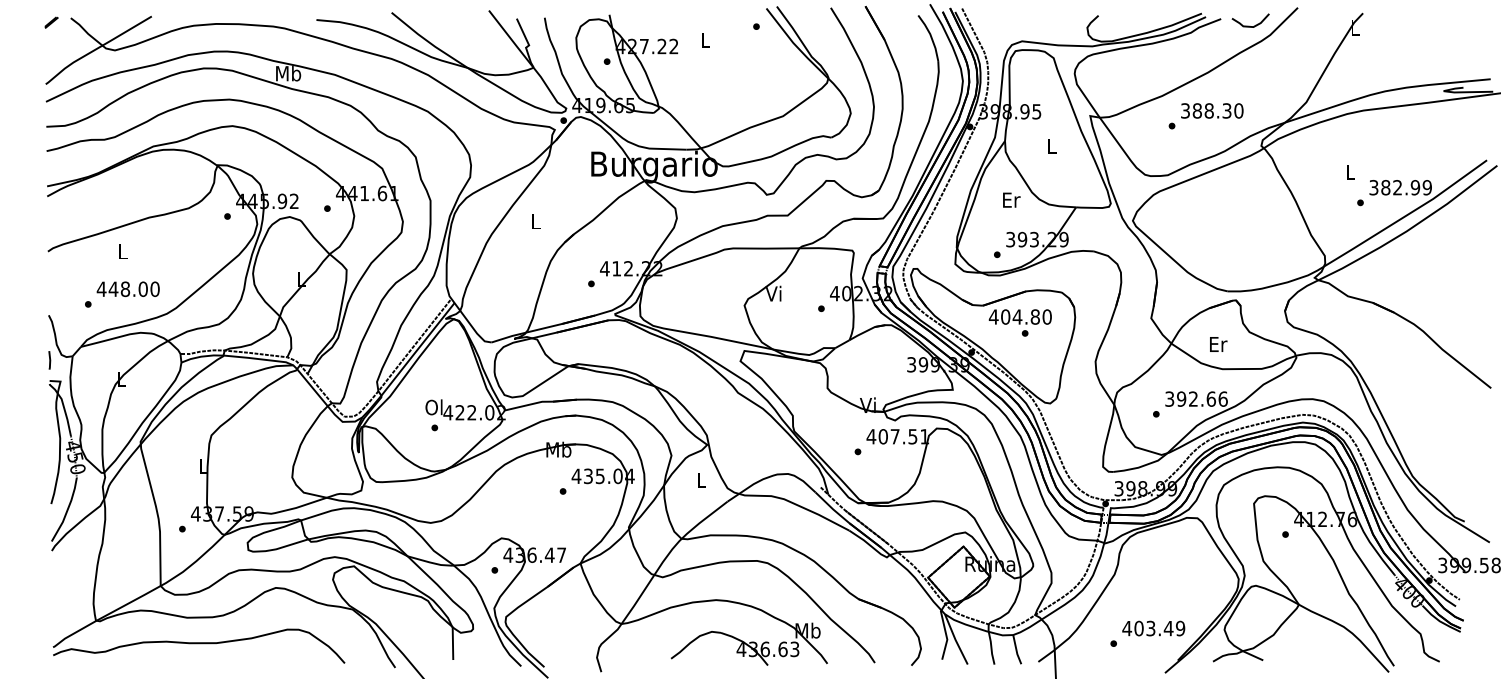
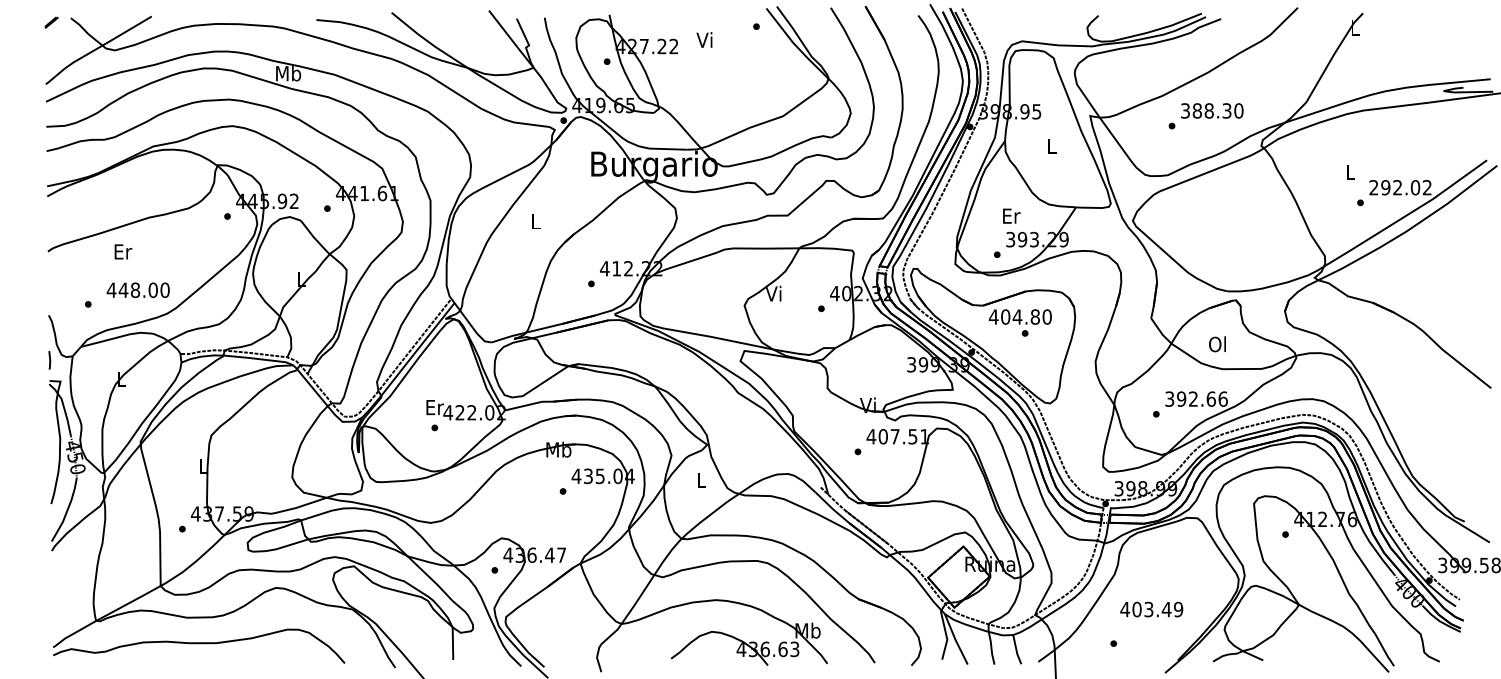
curve at (1249, 25): present -> none
text at (704, 39): L -> Vi
text at (1400, 187): 382.99 -> 292.02
text at (1011, 199) position: (1011, 199) -> (1011, 215)
text at (123, 251): L -> Er
text at (127, 289) position: (127, 289) -> (137, 290)
text at (1218, 344): Er -> Ol
text at (434, 407): Ol -> Er
text at (1153, 628) position: (1153, 628) -> (1151, 609)
